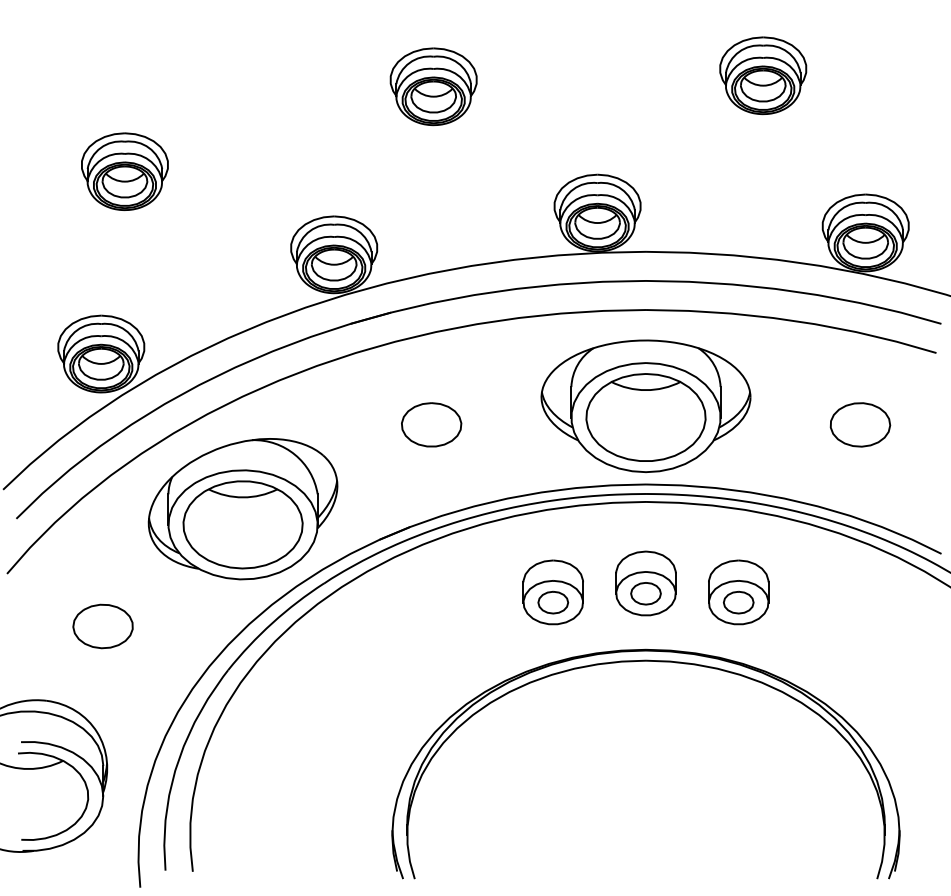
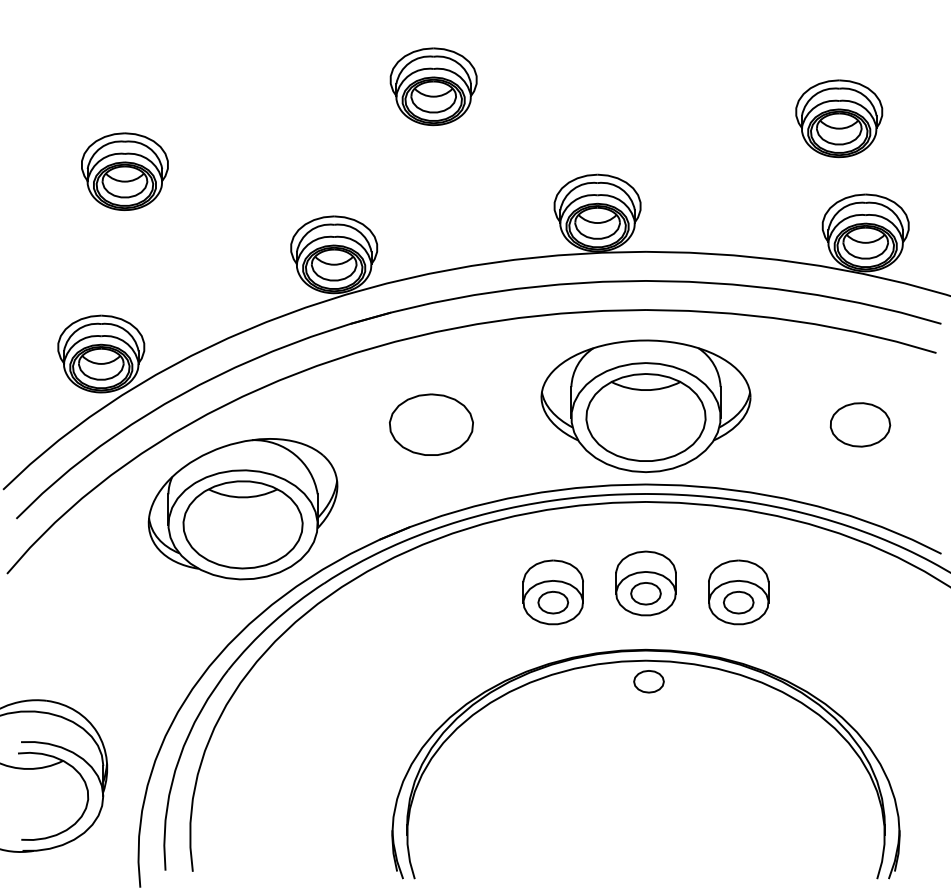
part at (763, 75) position: (763, 75) -> (839, 118)
part at (431, 424) size: 62x46 px -> 85x63 px
part at (102, 626): present -> none
part at (648, 681): none -> present
